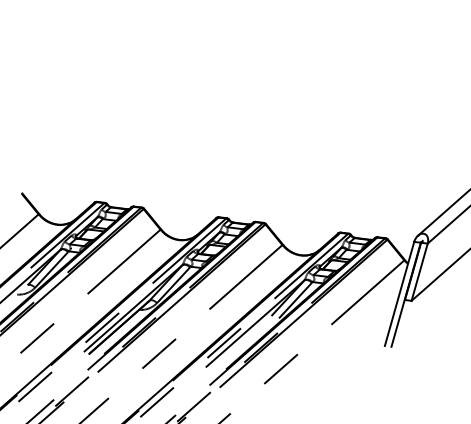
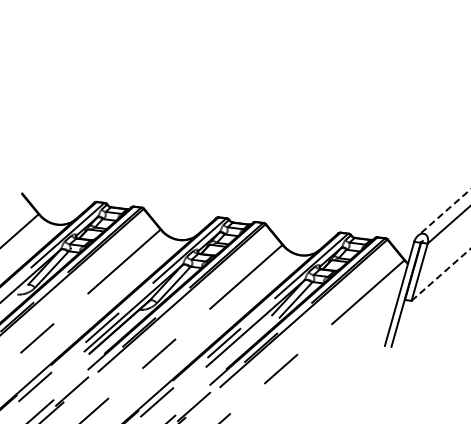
line at (444, 212): solid -> dashed
line at (441, 274): solid -> dashed
